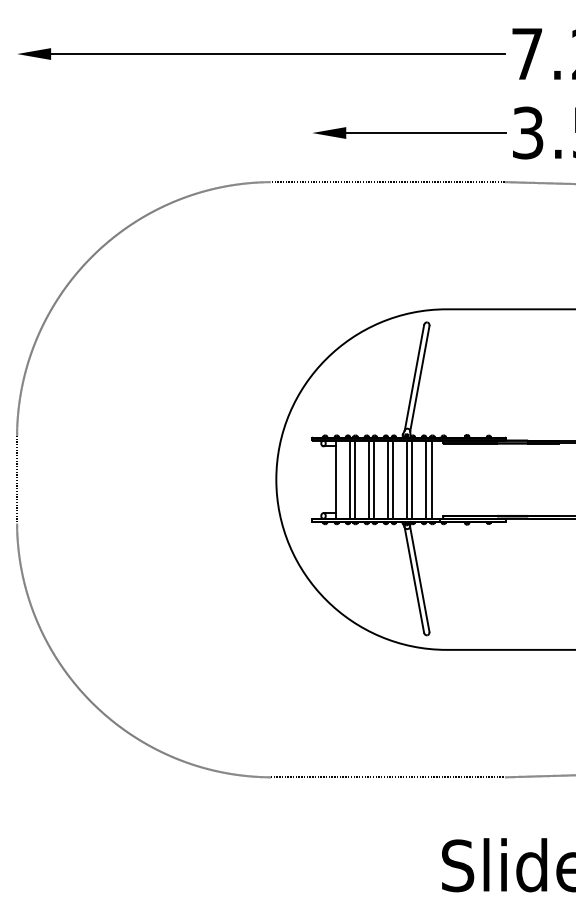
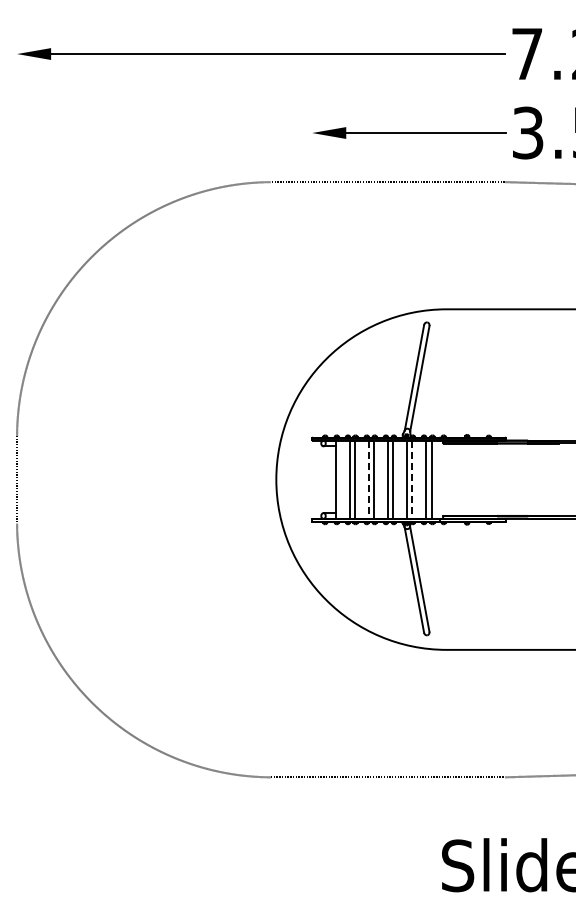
line at (369, 480): solid -> dashed
line at (411, 480): solid -> dashed
